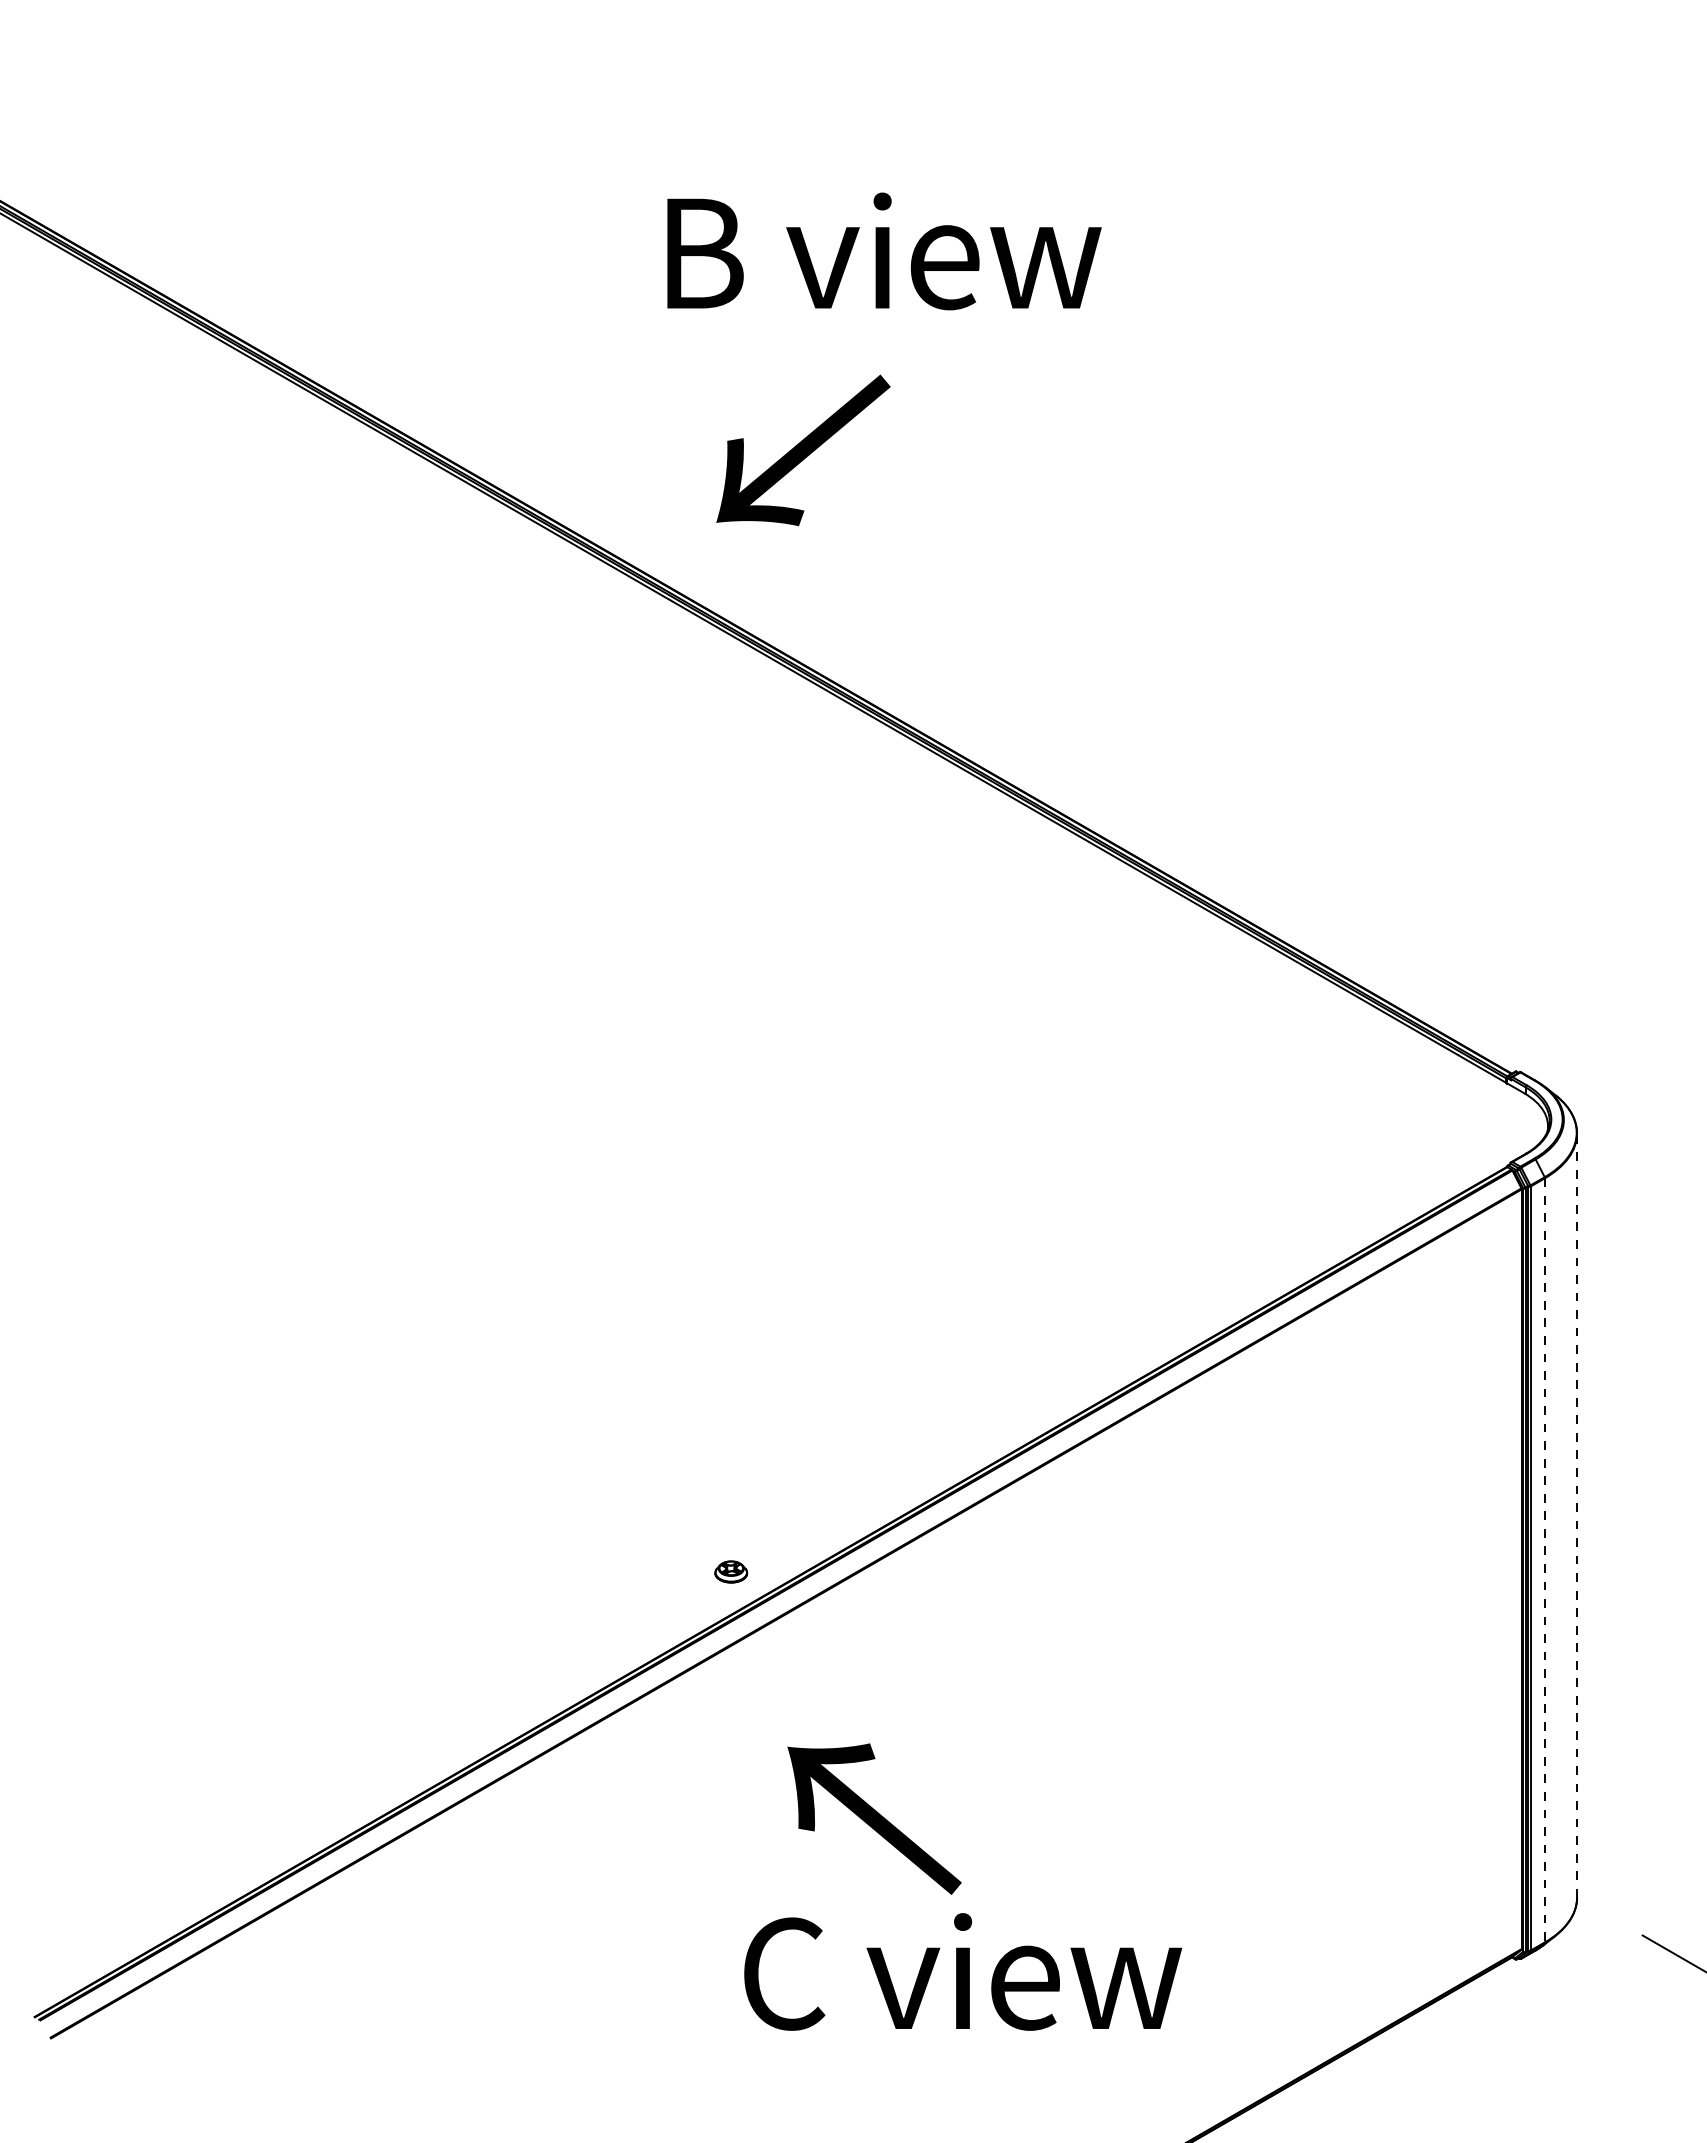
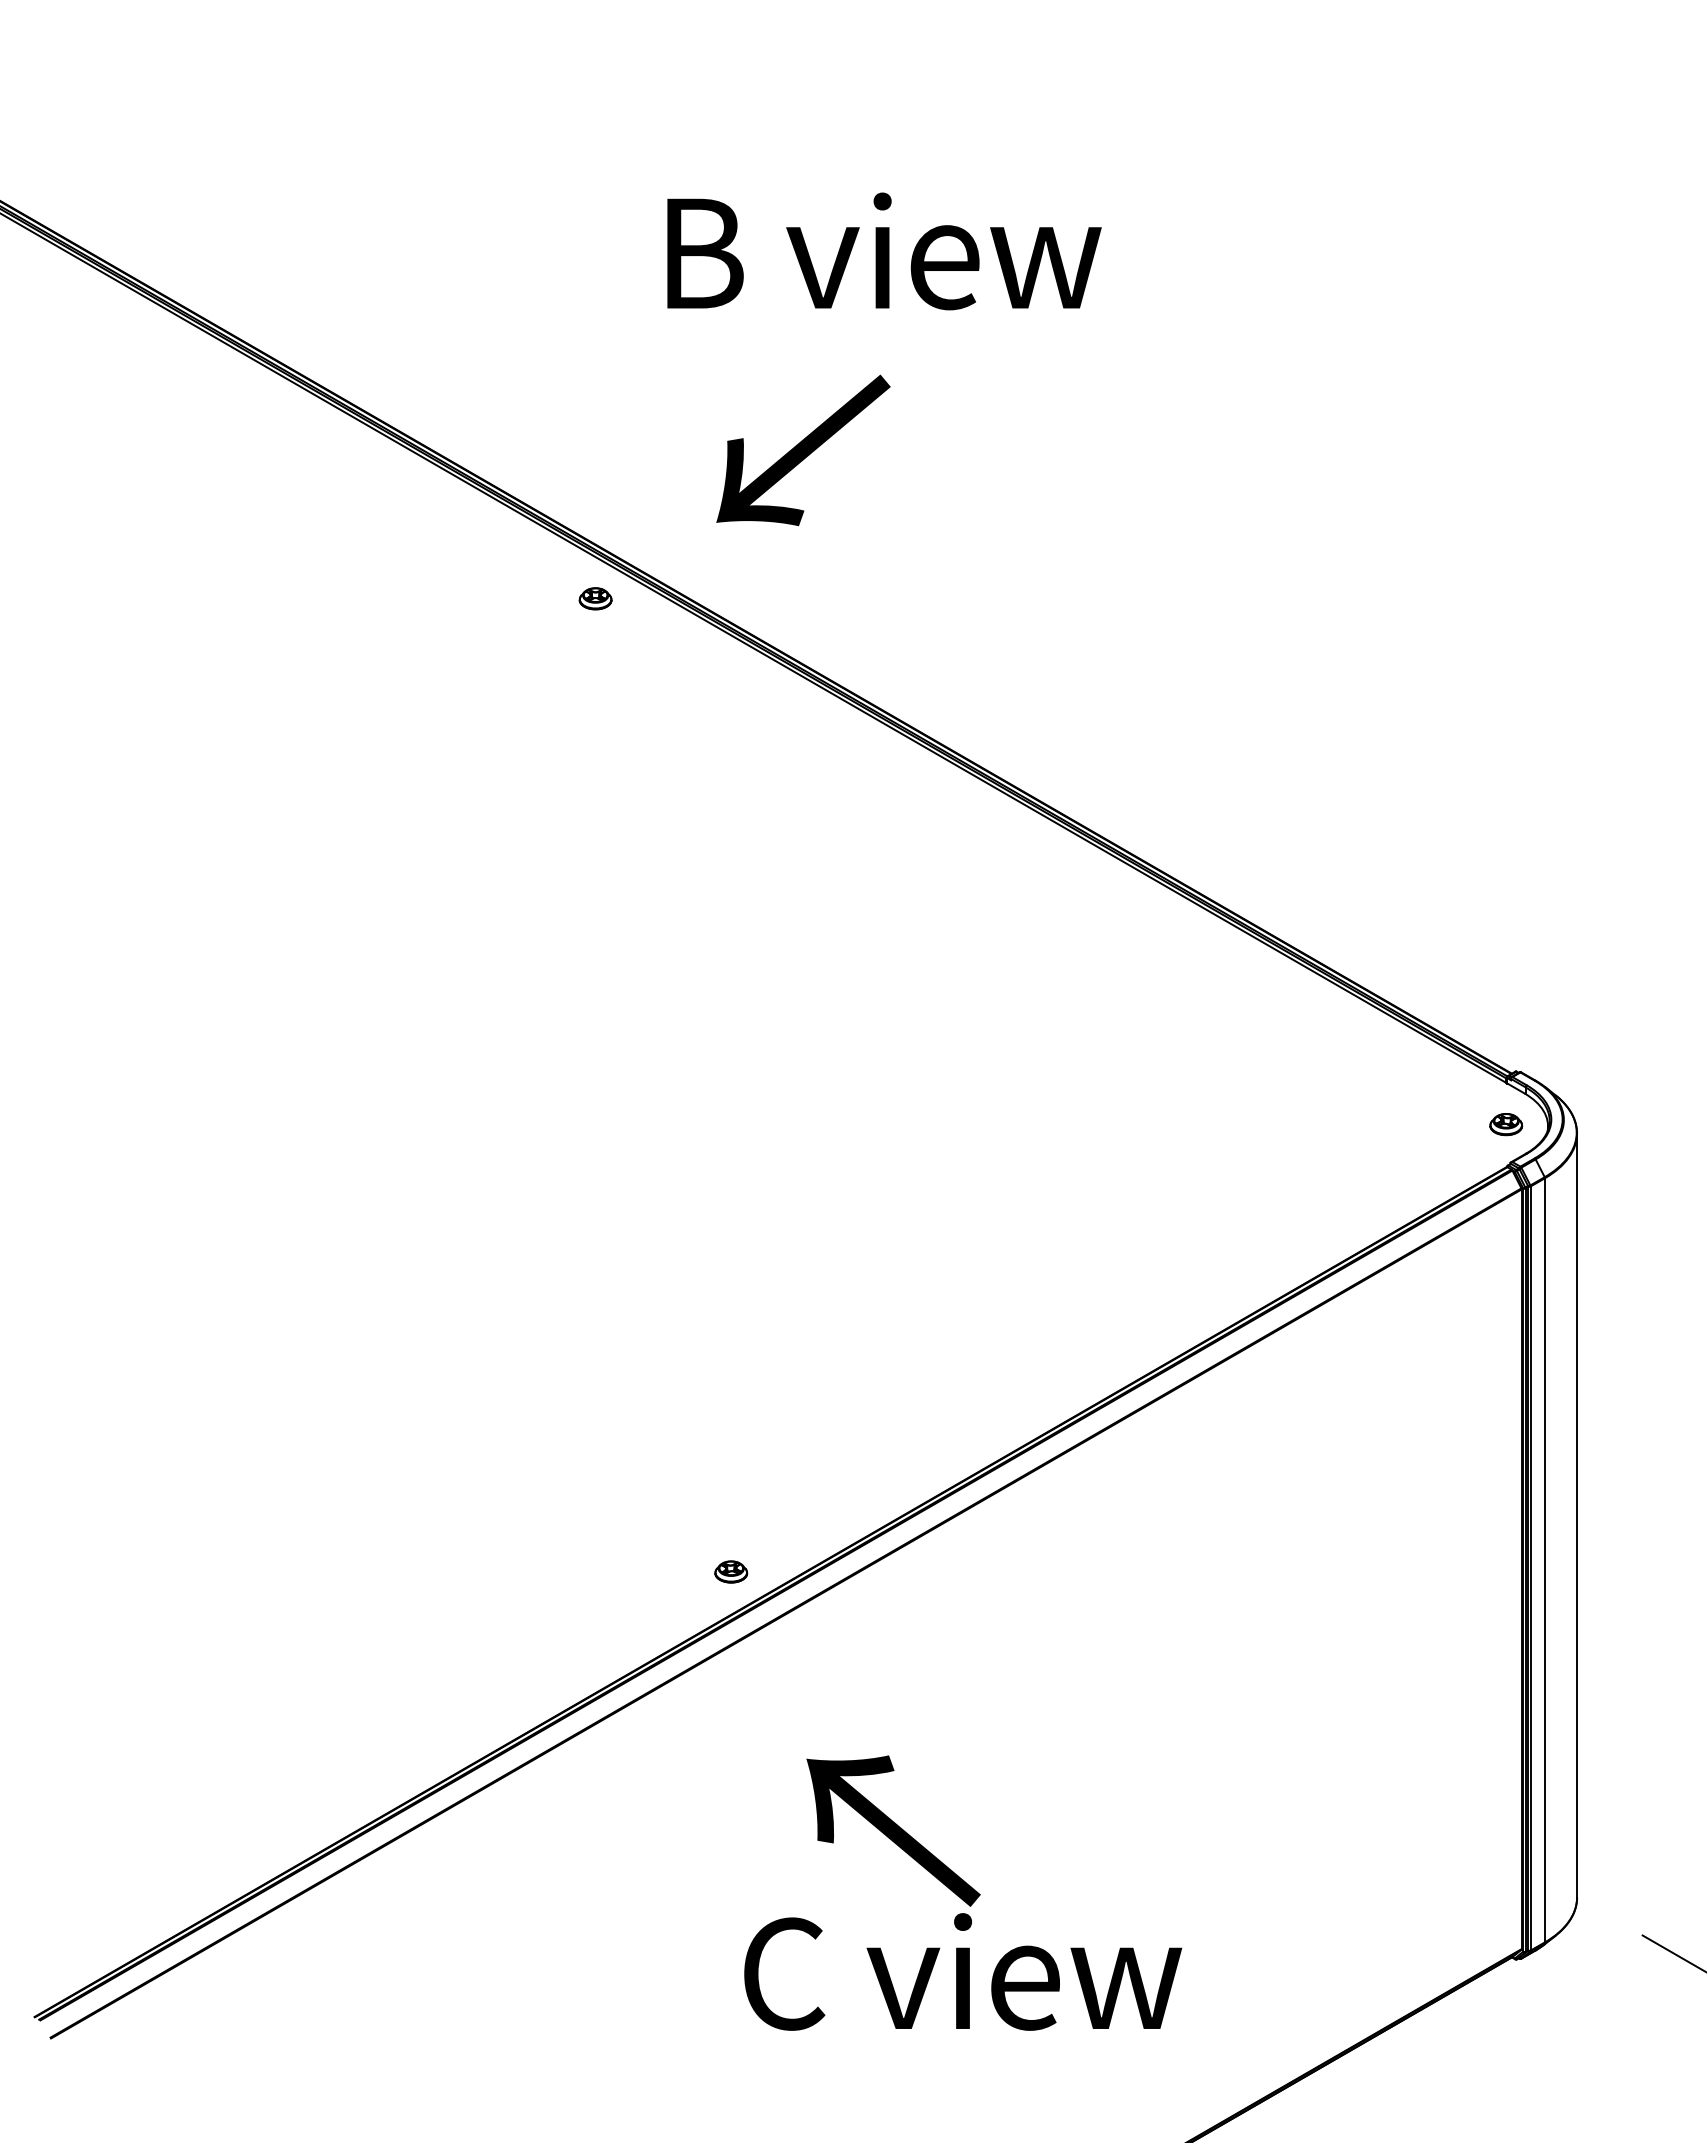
part at (595, 598): none -> present
part at (1506, 1124): none -> present
line at (1577, 1515): dashed -> solid
line at (1545, 1560): dashed -> solid
text at (874, 1818) position: (874, 1818) -> (893, 1830)
